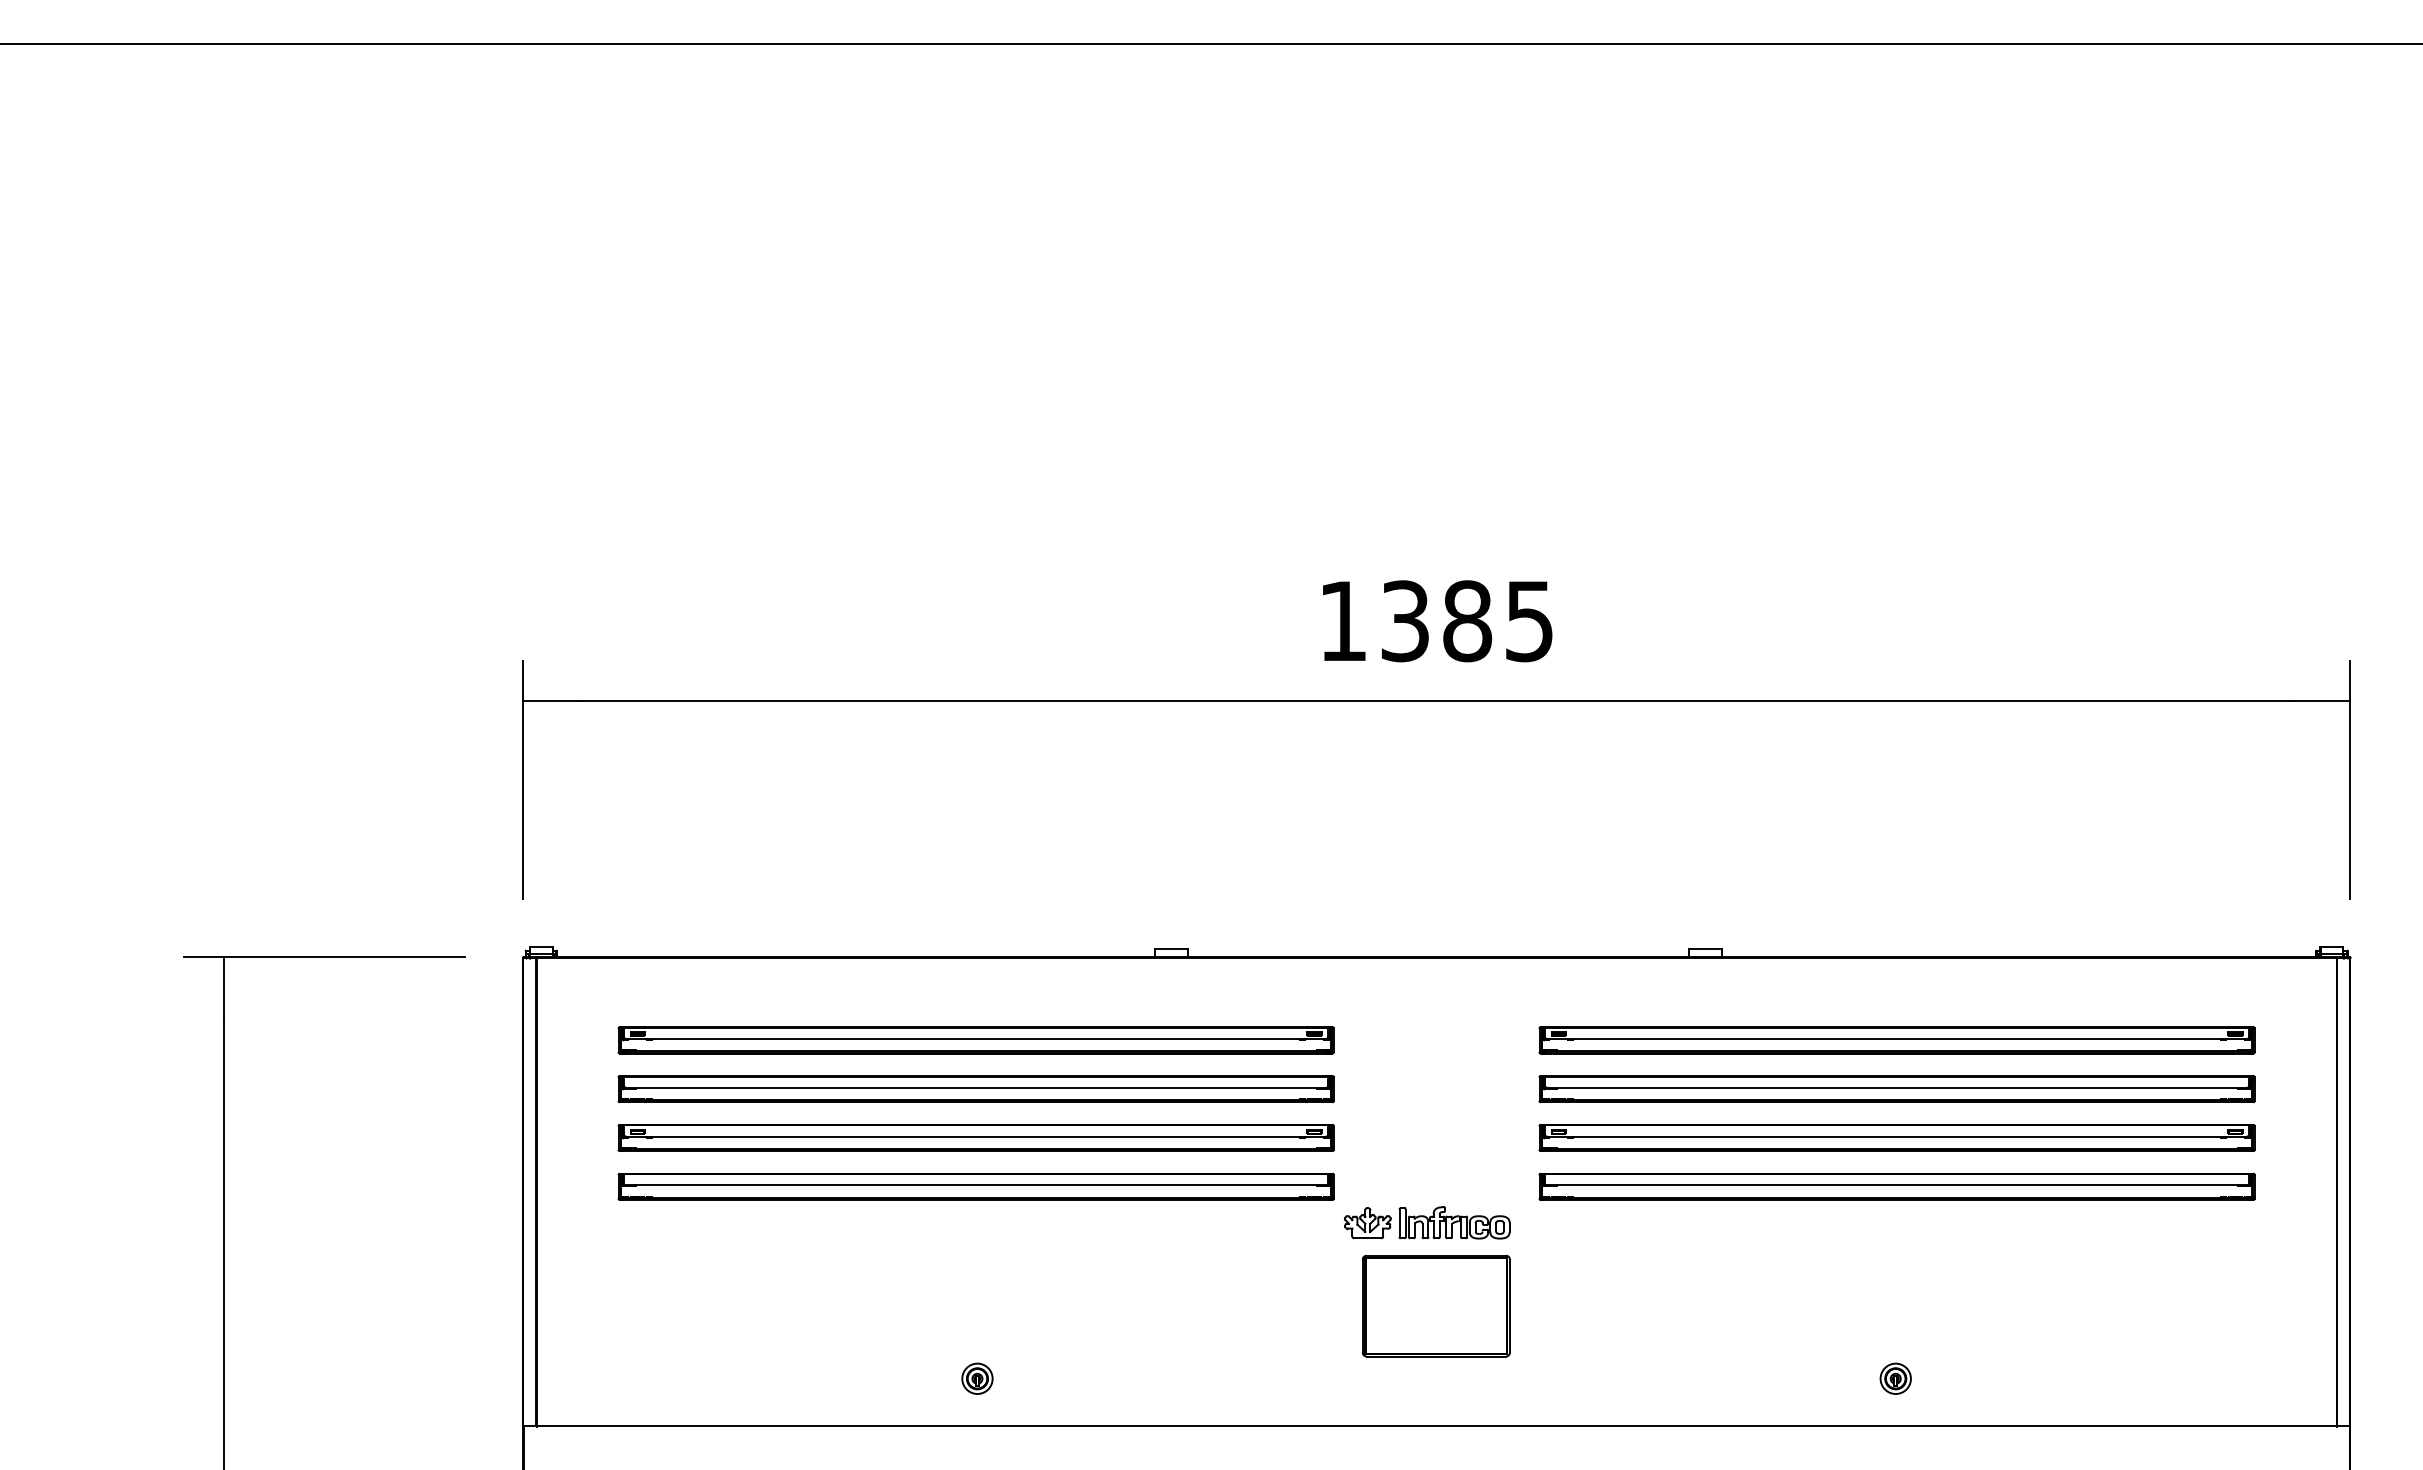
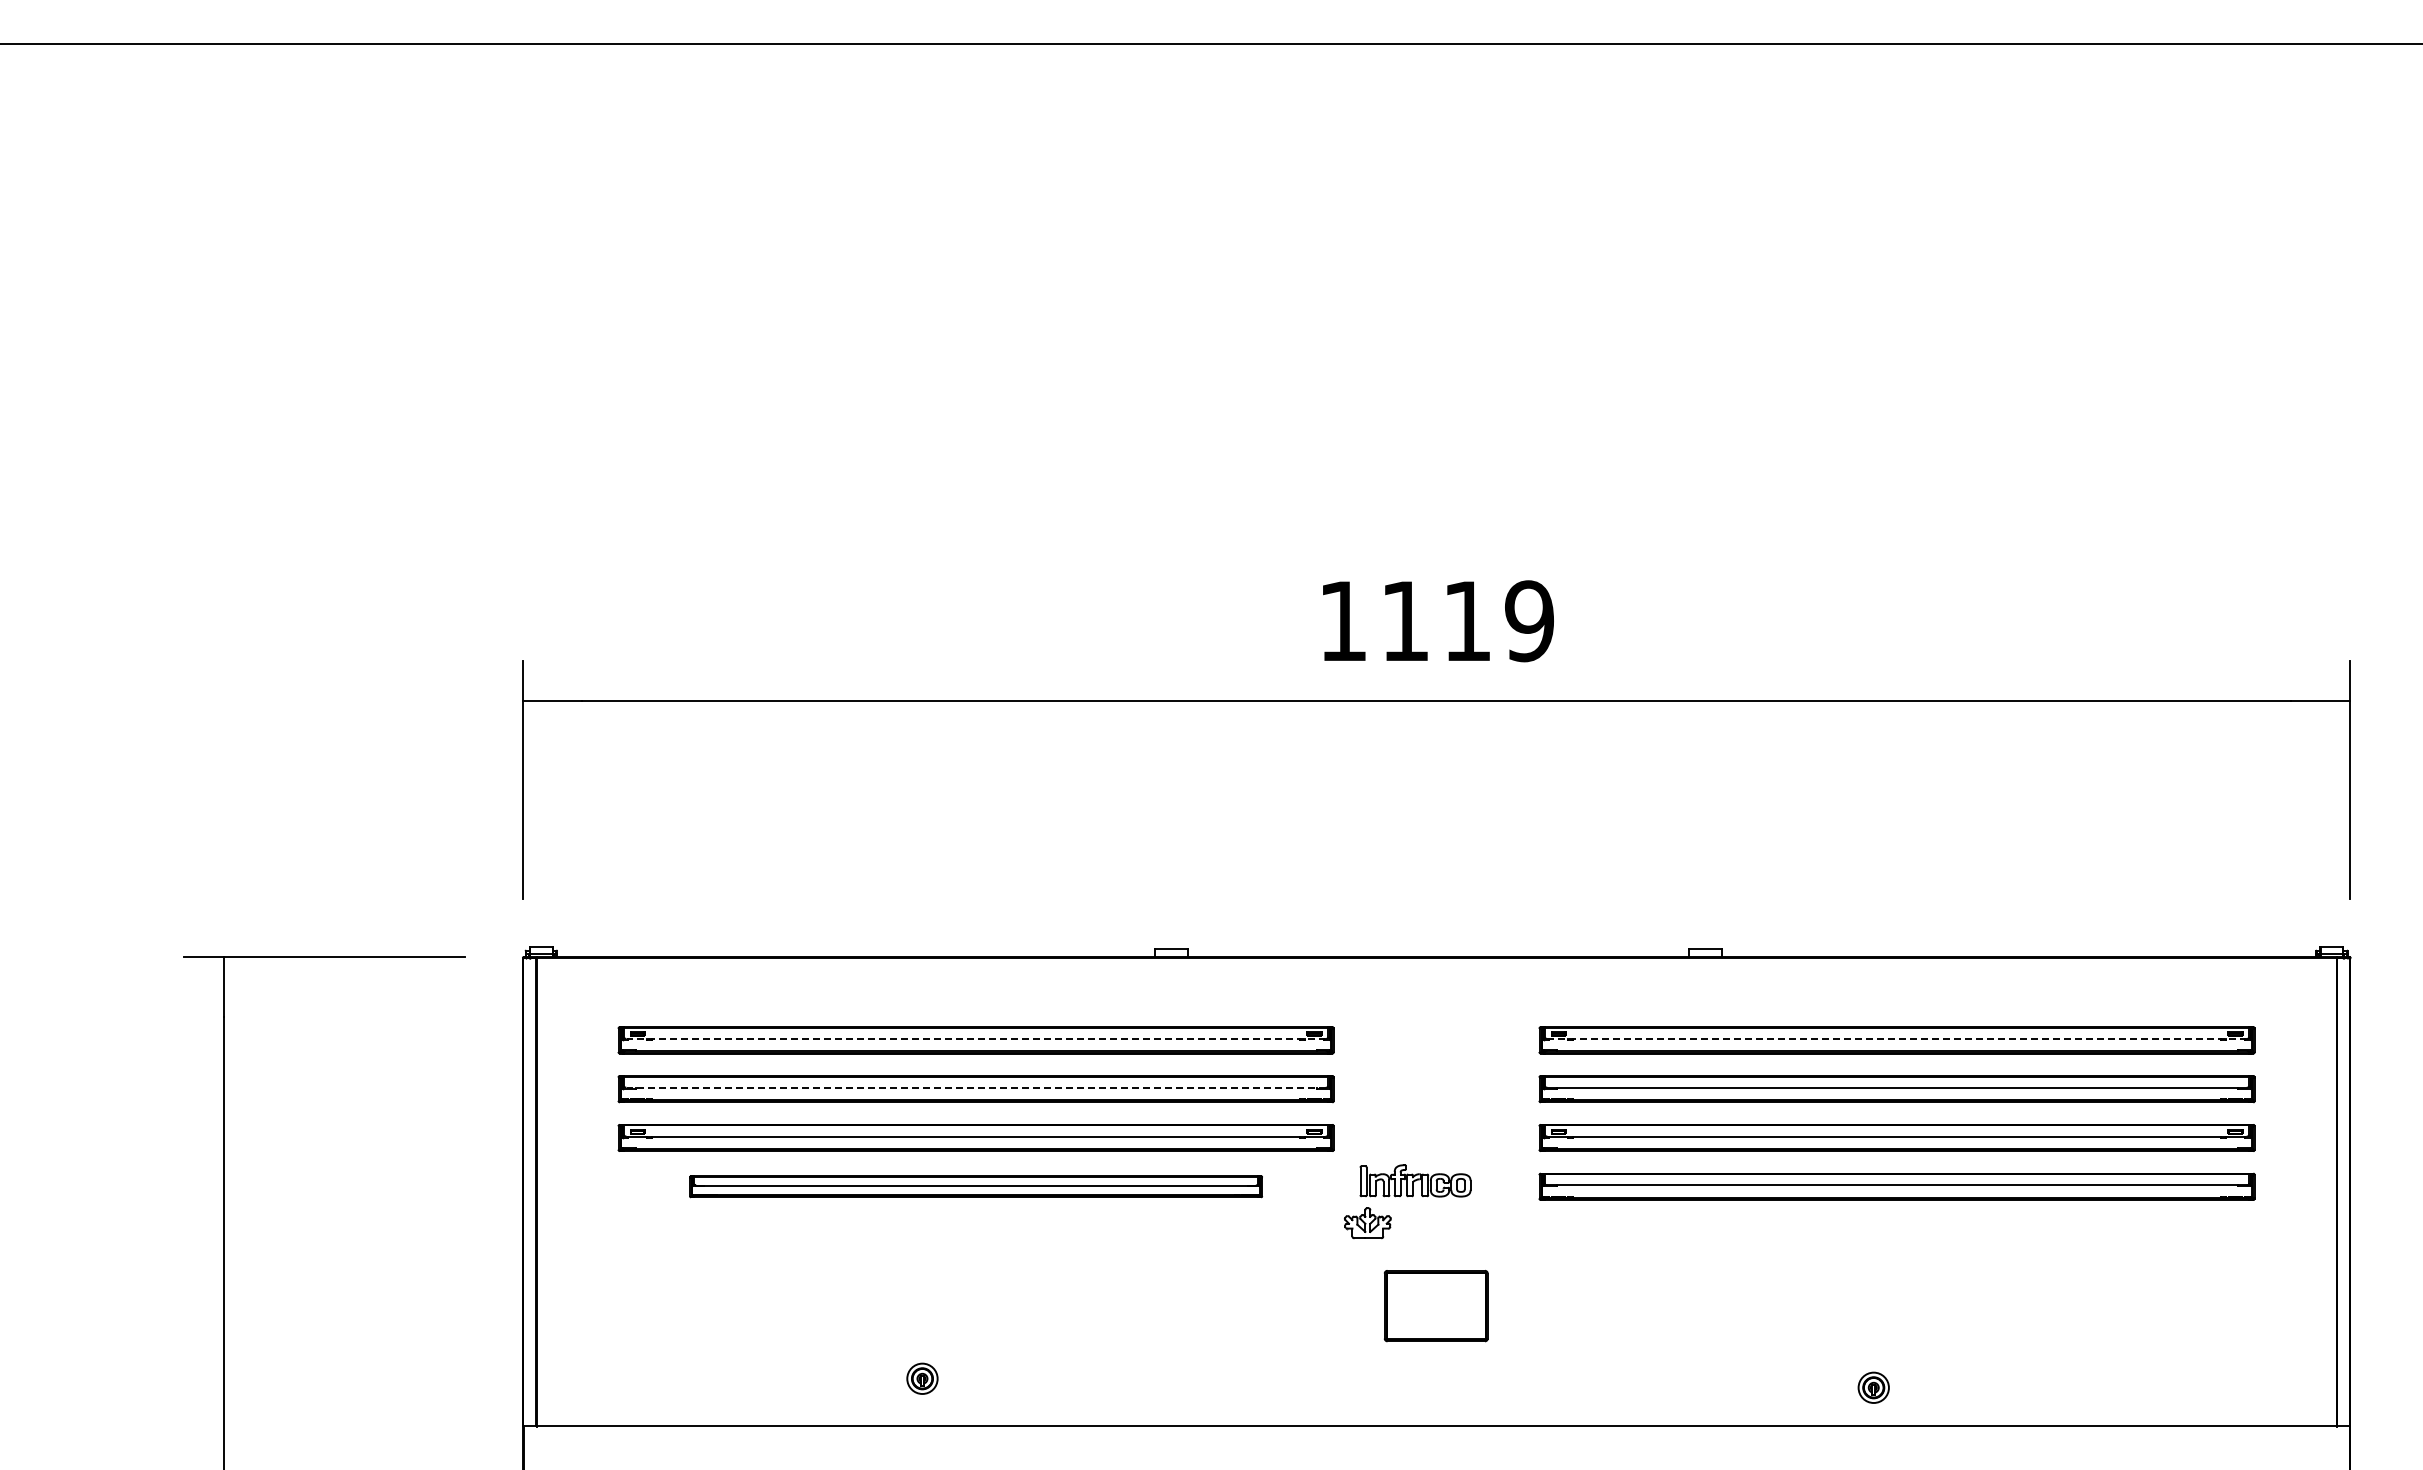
text at (1467, 621): 1385 -> 1119
line at (976, 1038): solid -> dashed
line at (1897, 1038): solid -> dashed
line at (976, 1087): solid -> dashed
part at (975, 1186) size: 718x29 px -> 574x24 px
part at (1454, 1222) position: (1454, 1222) -> (1415, 1180)
part at (1435, 1305) size: 150x104 px -> 105x73 px
part at (977, 1378) position: (977, 1378) -> (922, 1378)
part at (1895, 1378) position: (1895, 1378) -> (1873, 1387)
